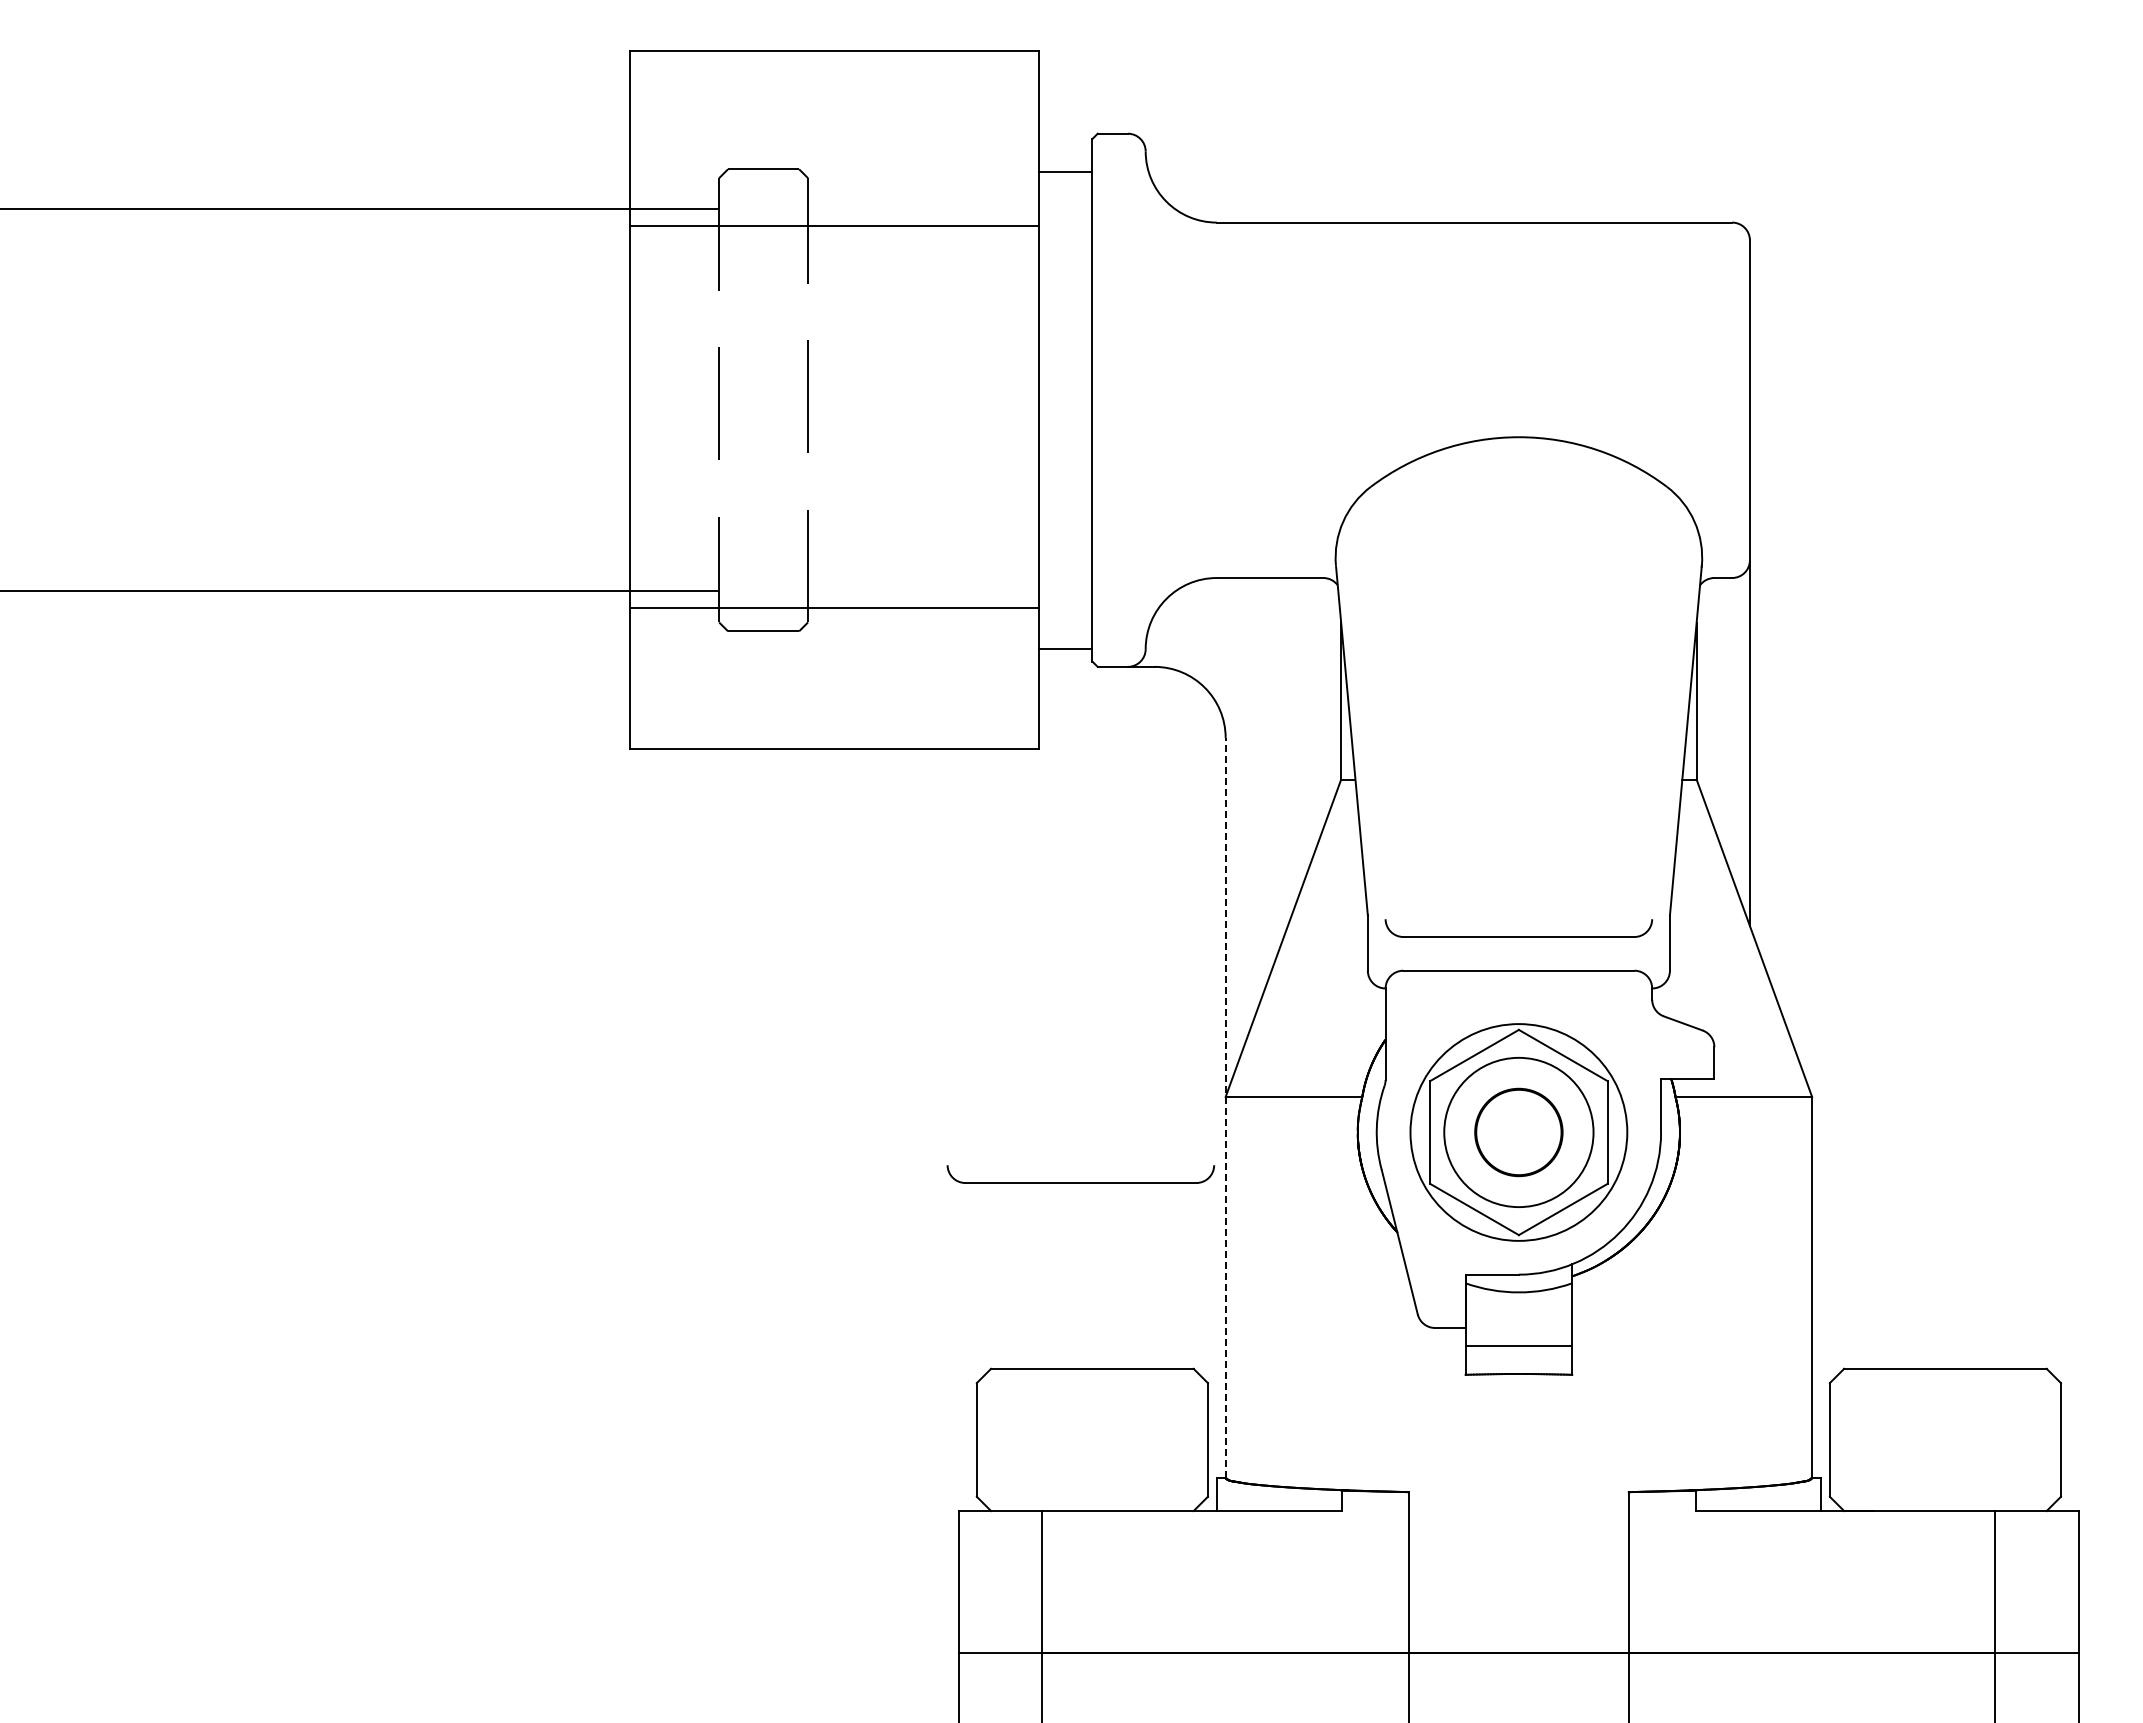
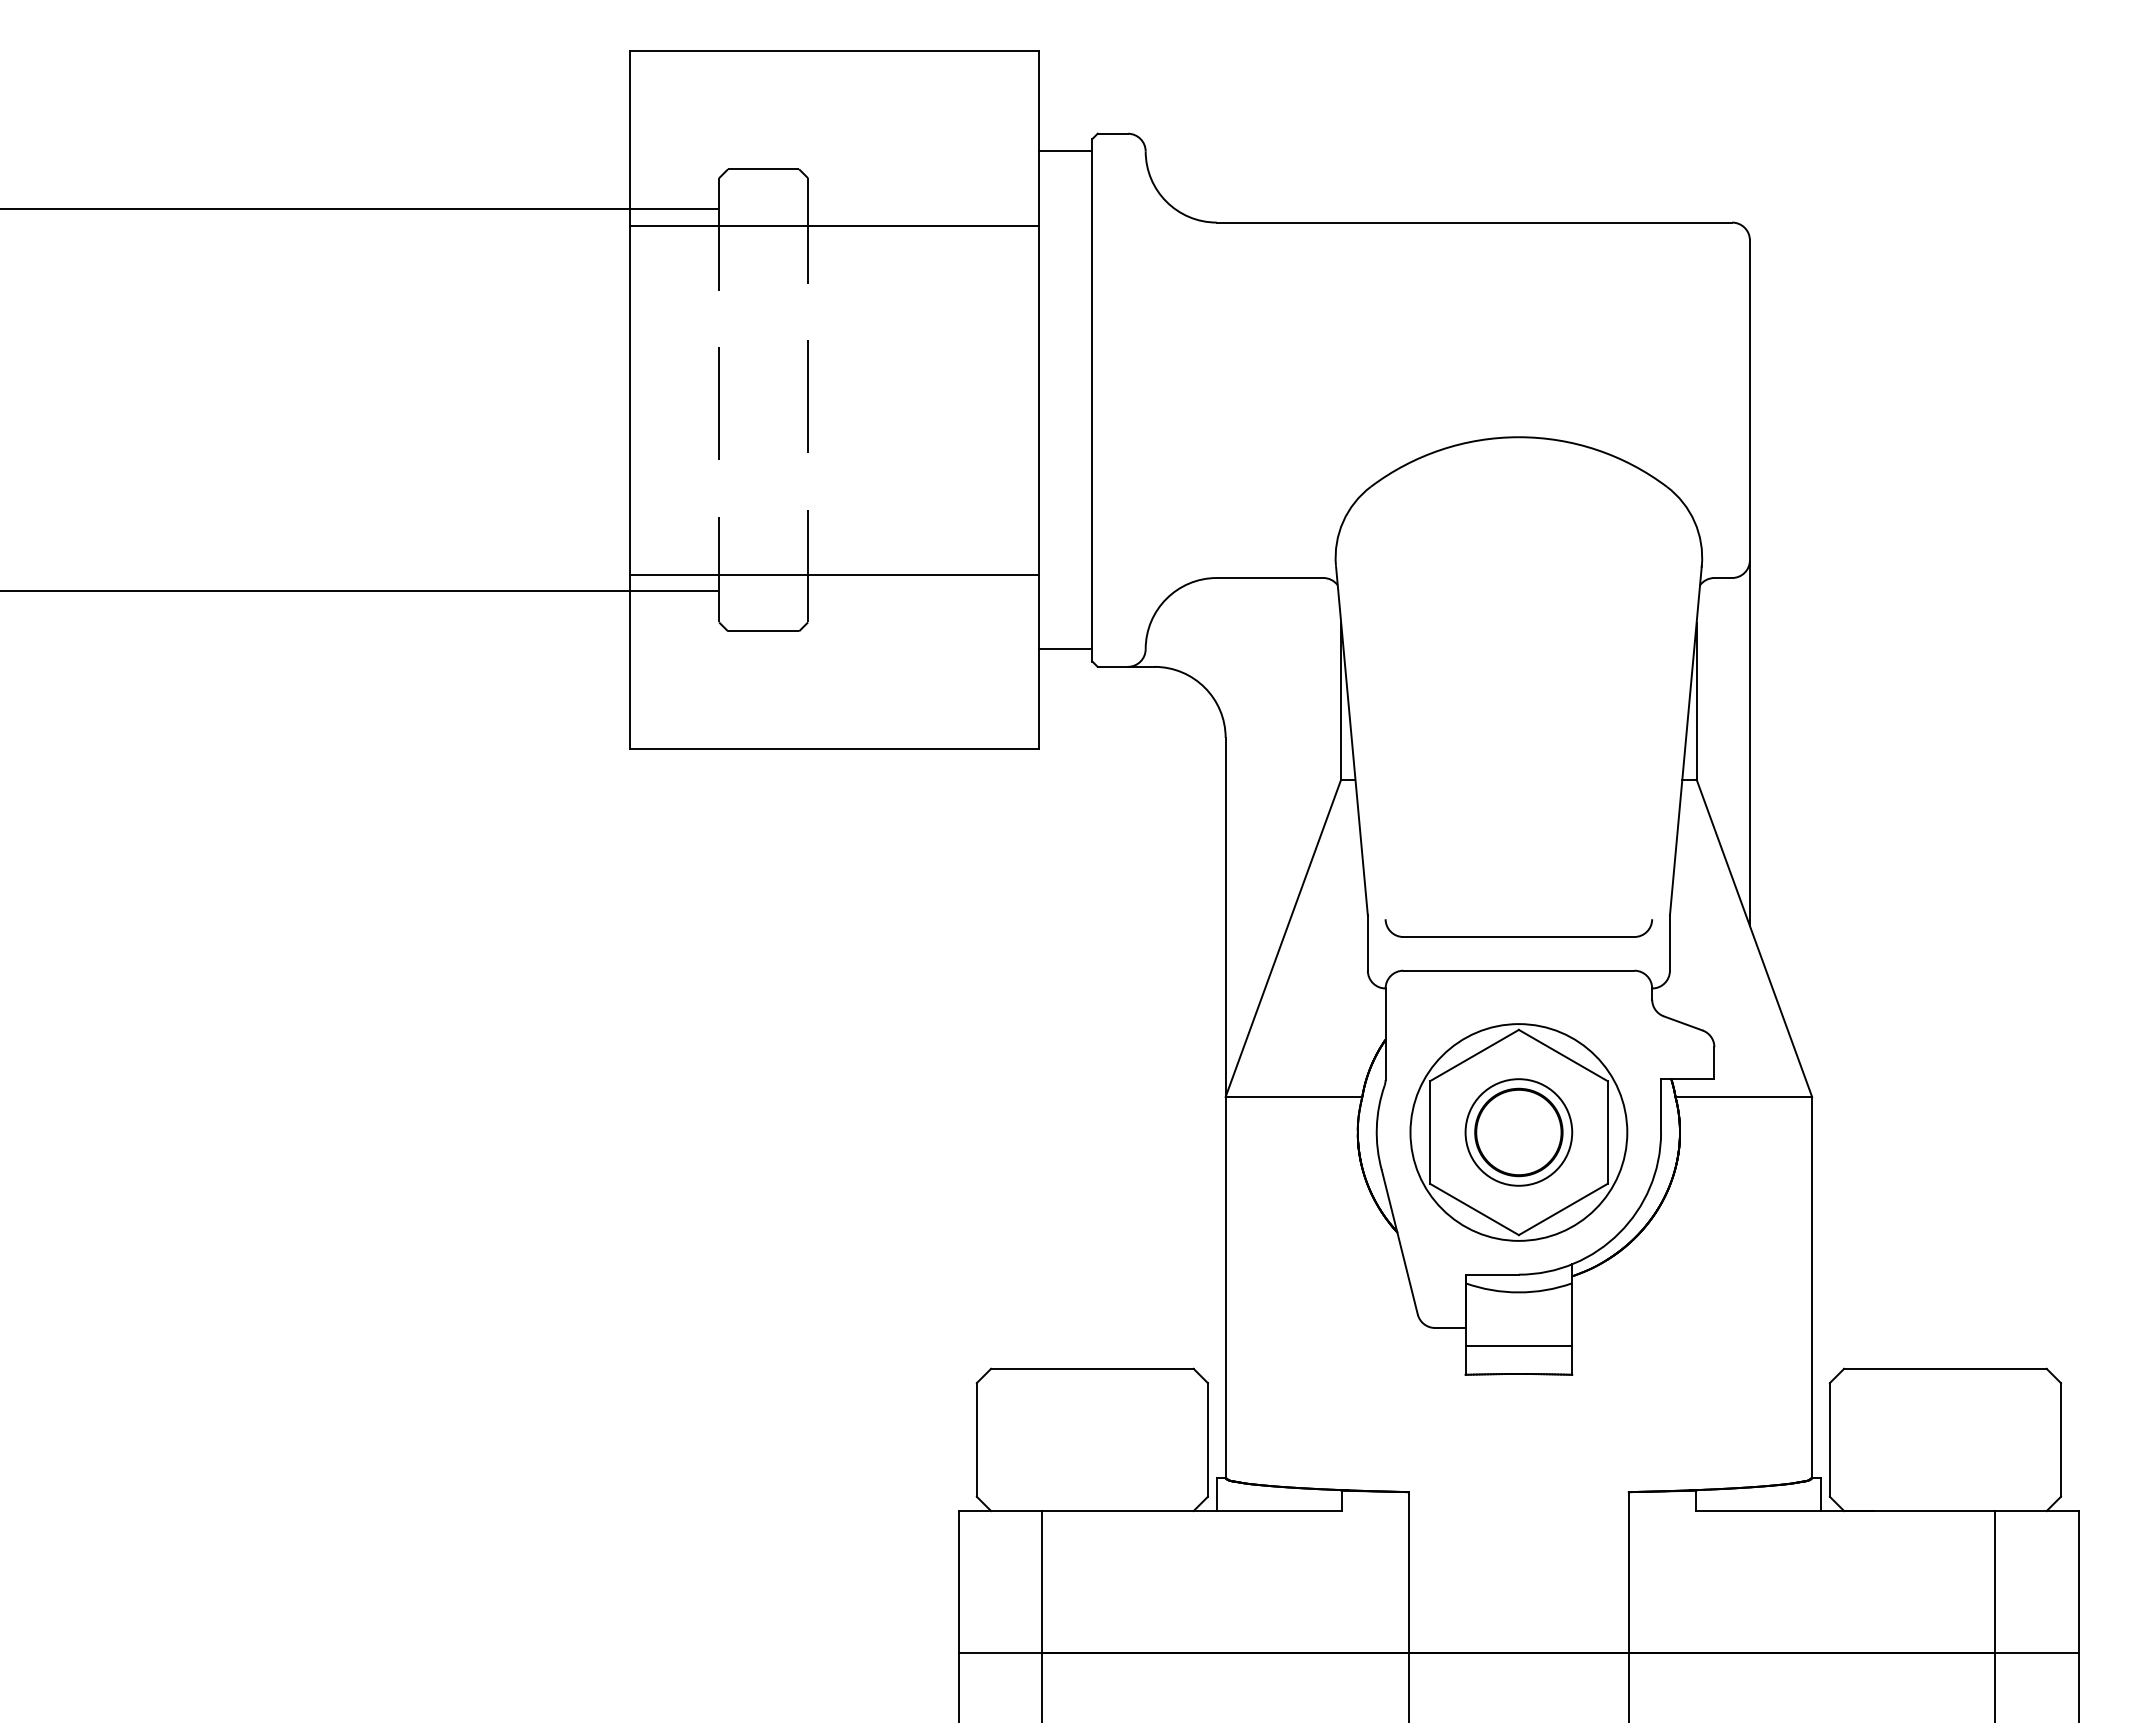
line at (1065, 172) position: (1065, 172) -> (1065, 151)
line at (834, 607) position: (834, 607) -> (834, 574)
line at (1225, 1107): dashed -> solid
circle at (1518, 1132) diameter: 149 px -> 107 px
part at (1080, 1182): present -> none
